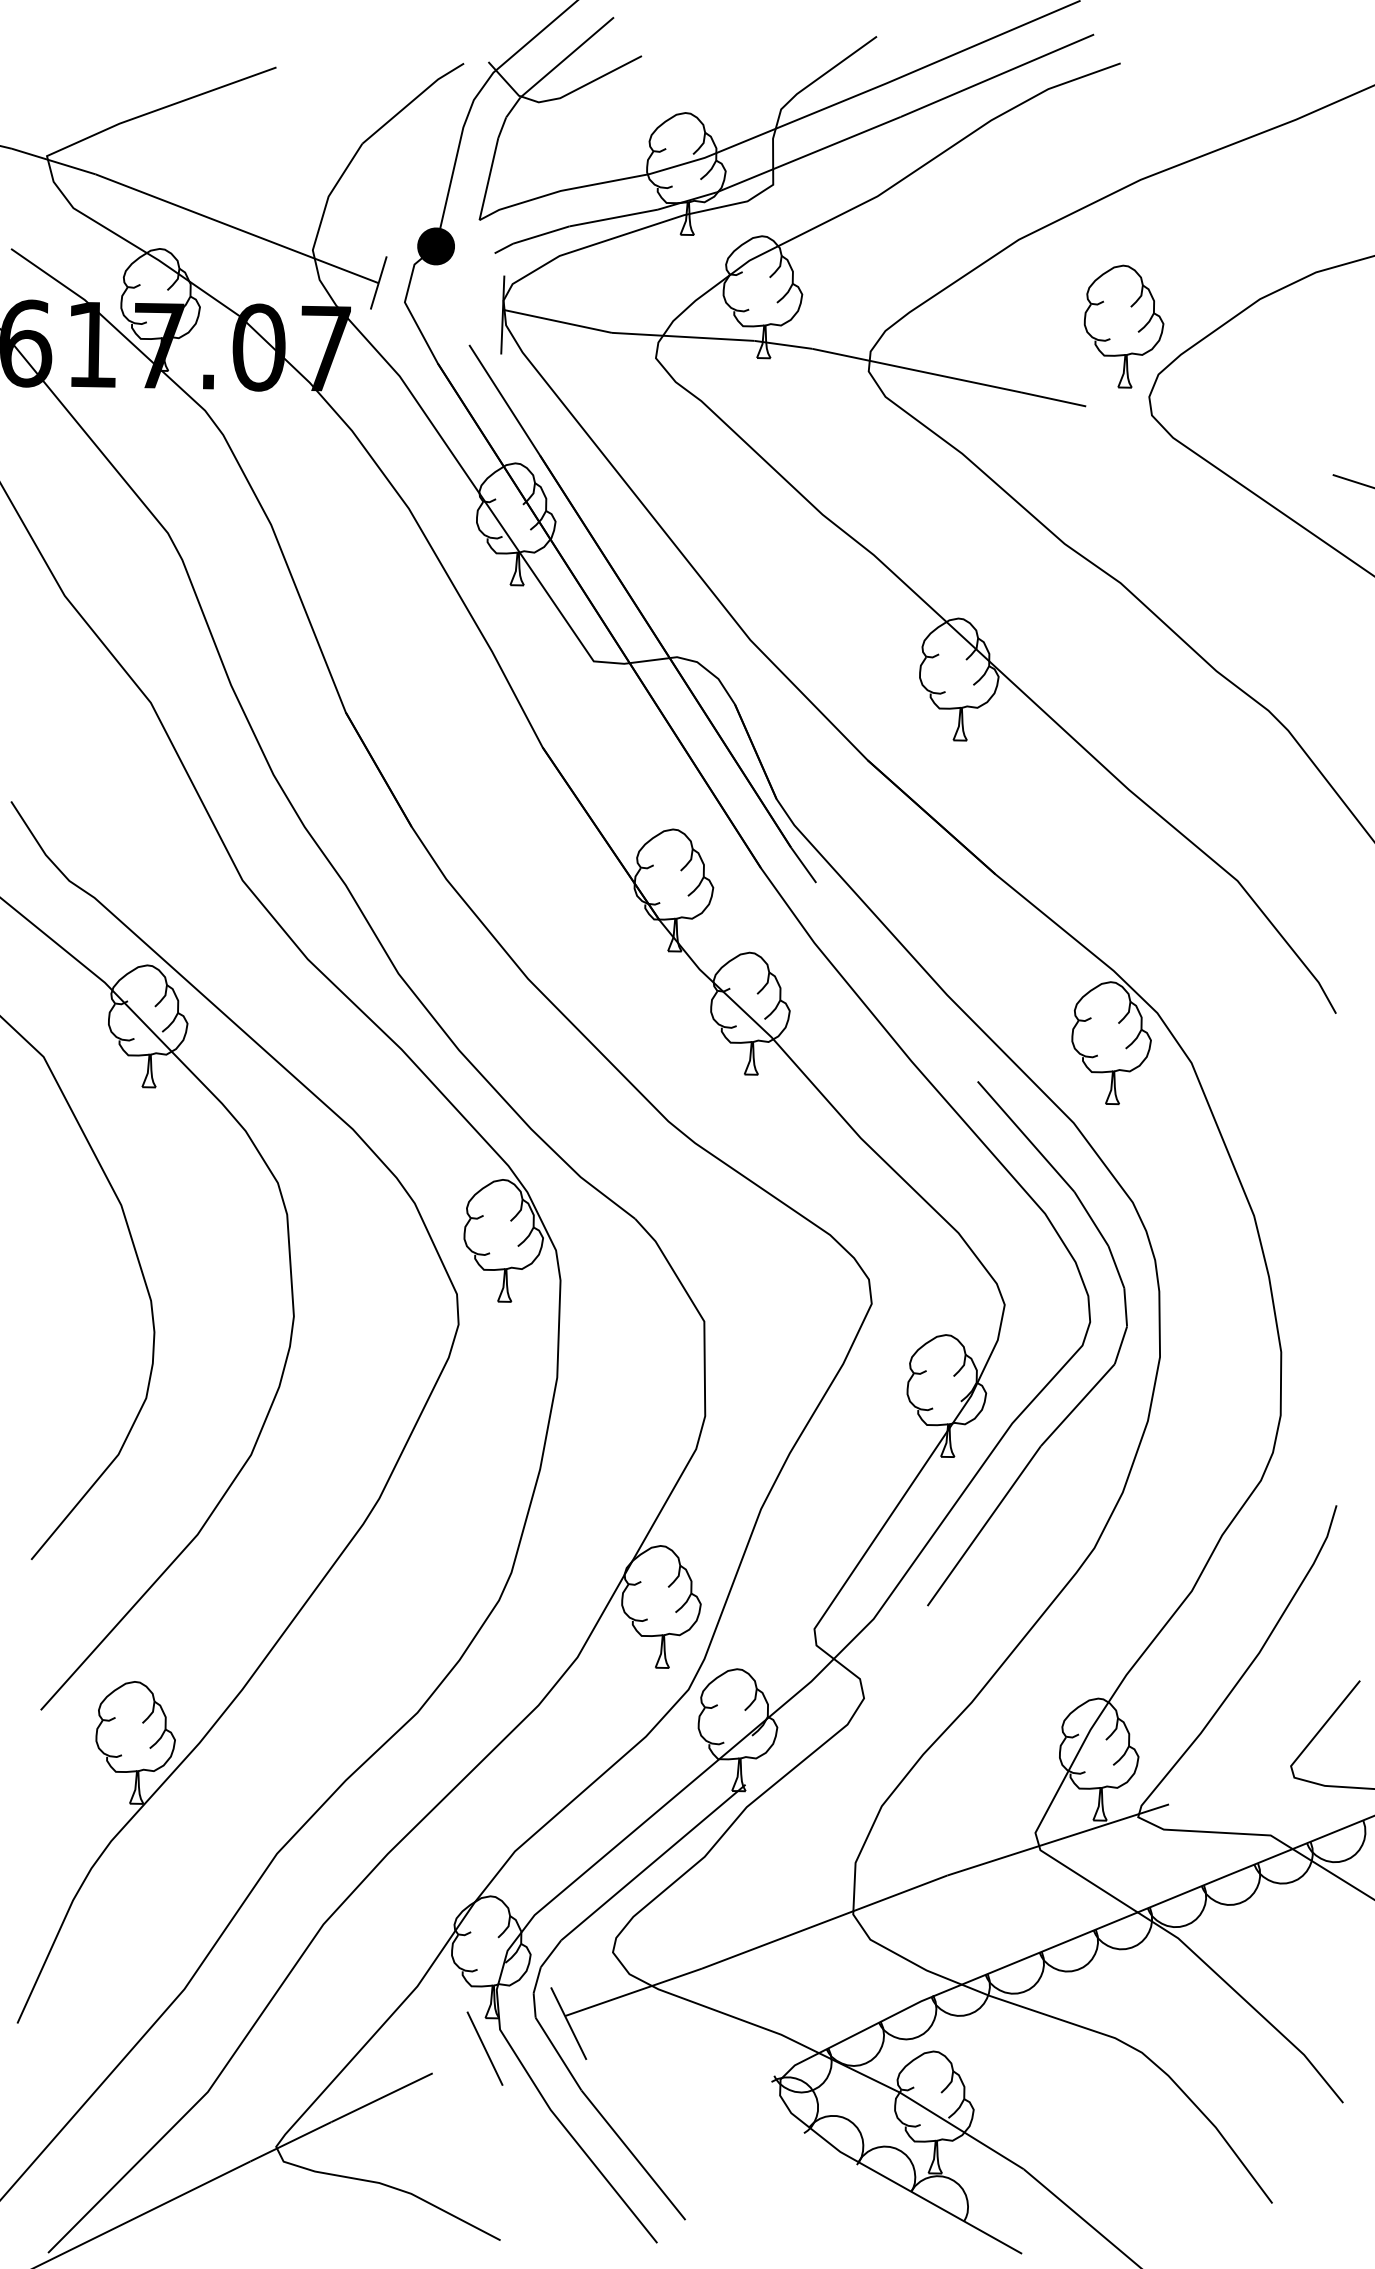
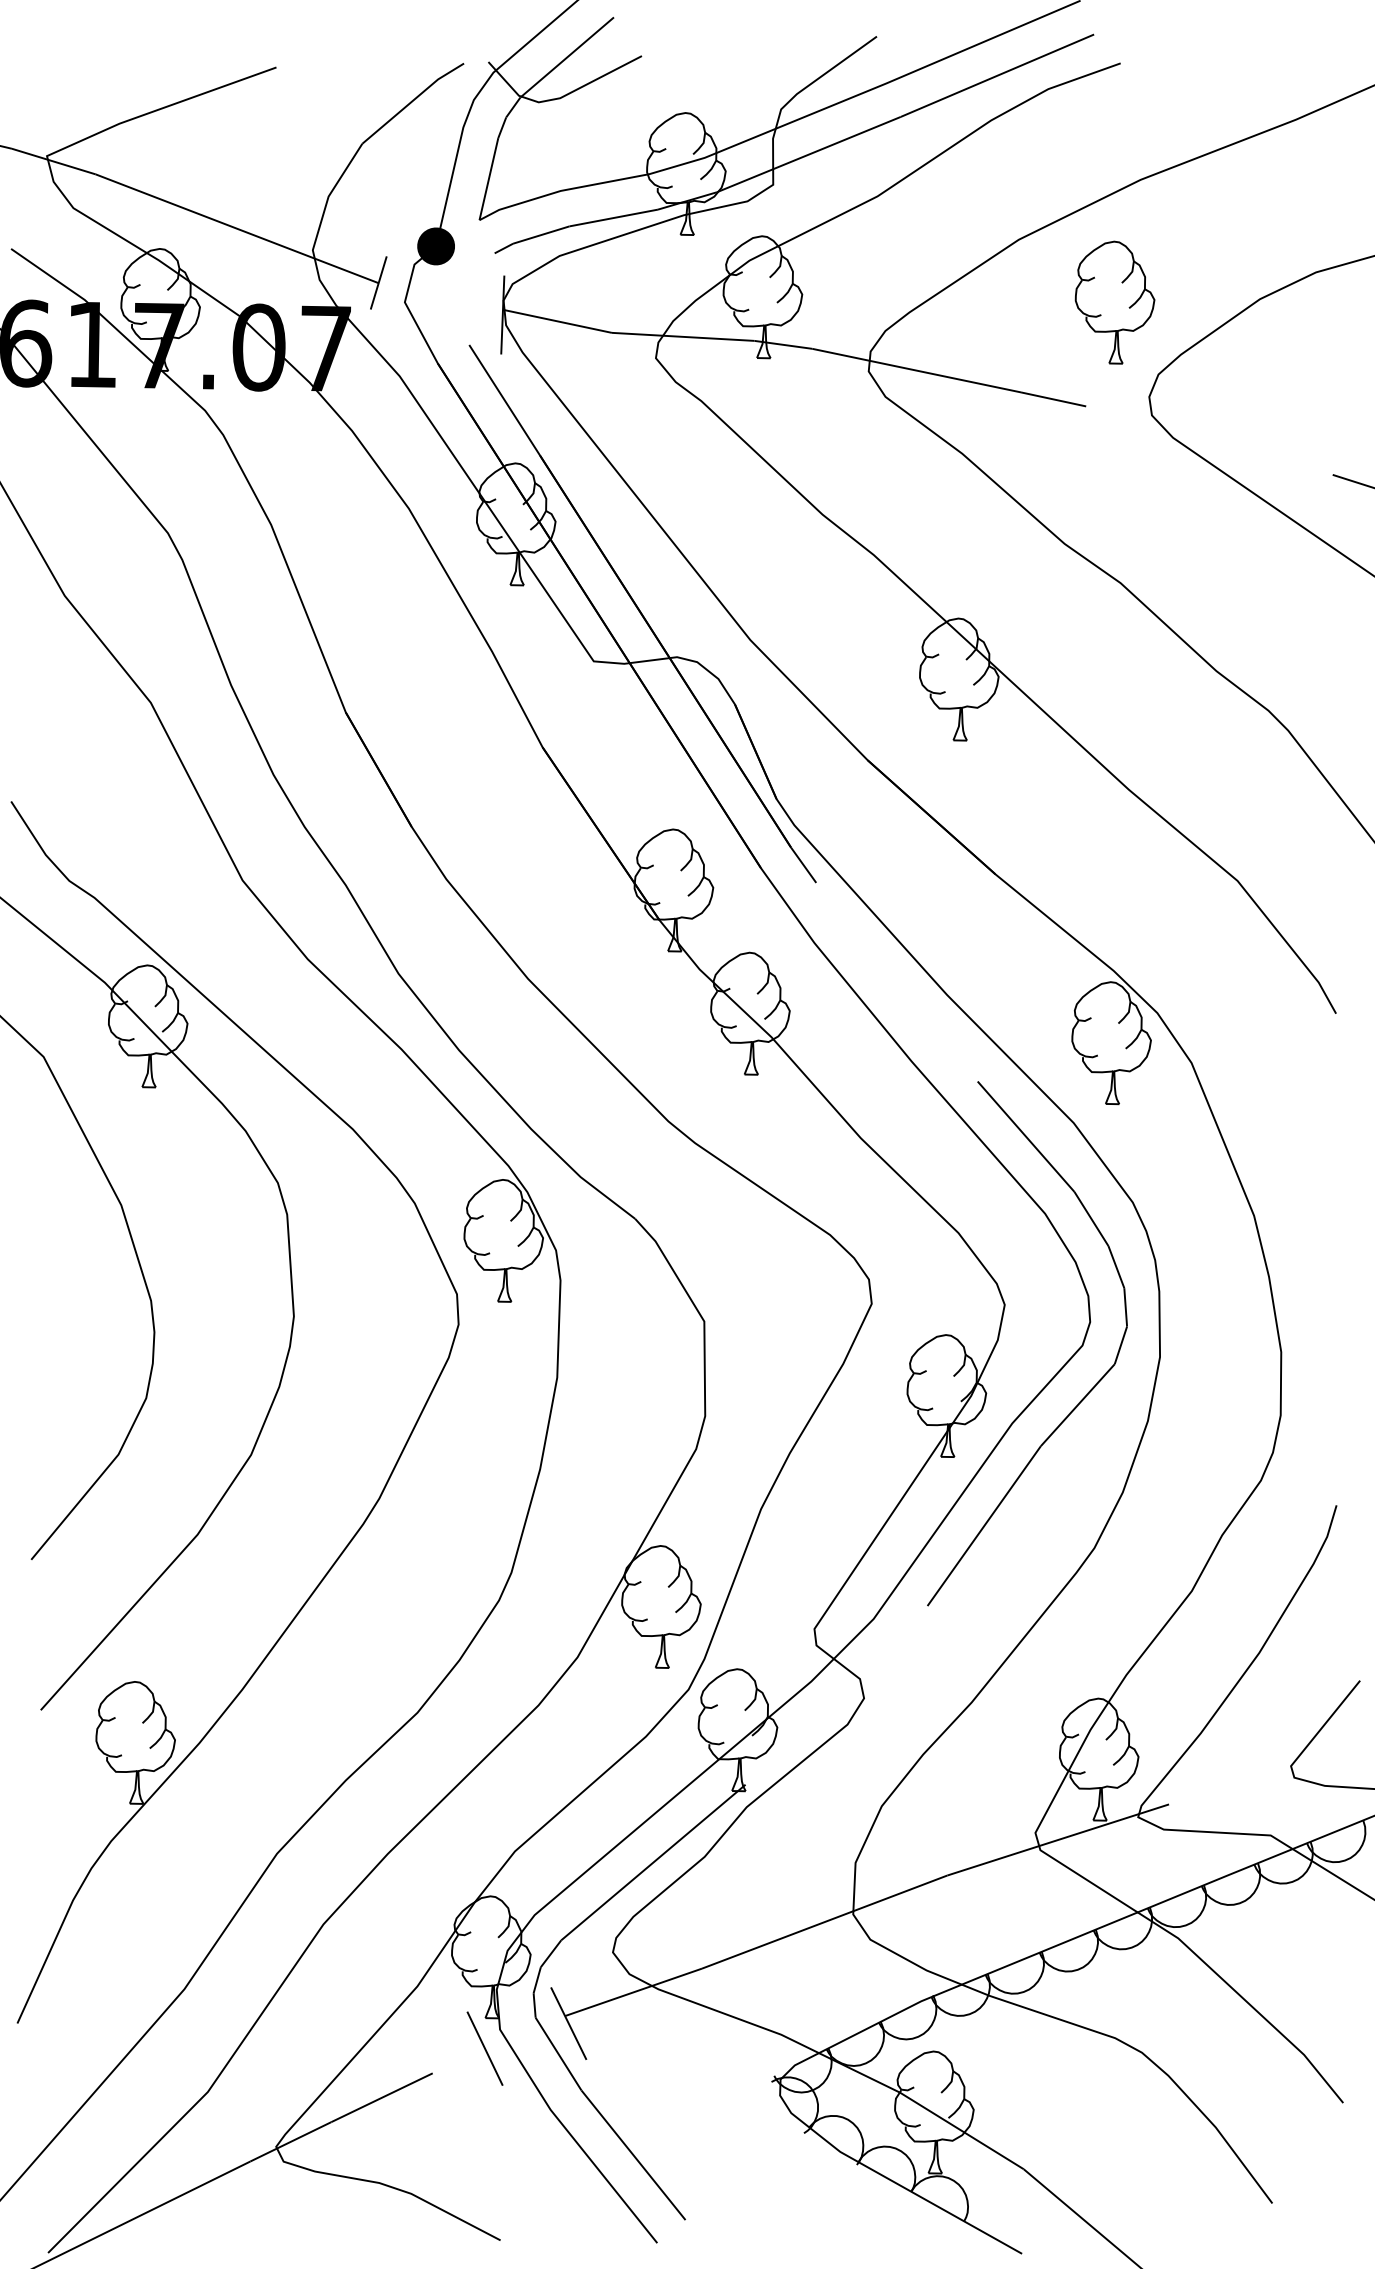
part at (1123, 326) position: (1123, 326) -> (1114, 302)
